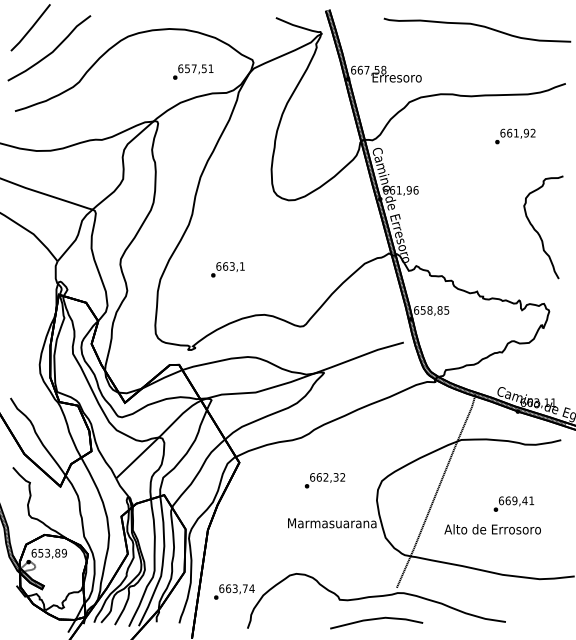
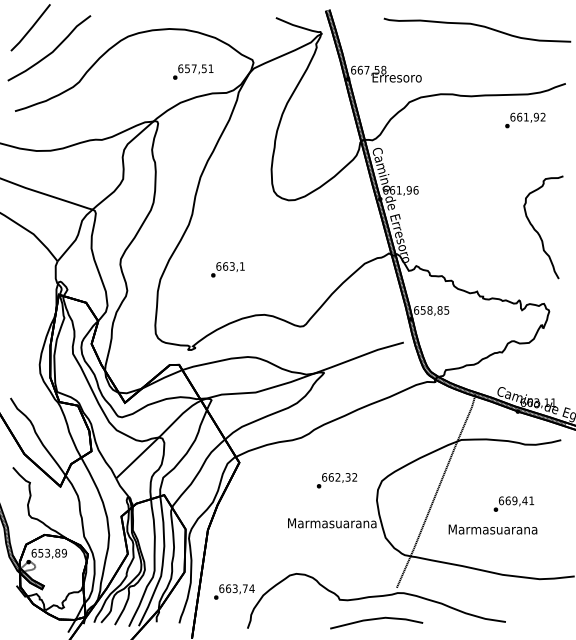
text at (515, 136) position: (515, 136) -> (525, 120)
text at (324, 480) position: (324, 480) -> (336, 480)
text at (492, 529): Alto de Errosoro -> Marmasuarana
